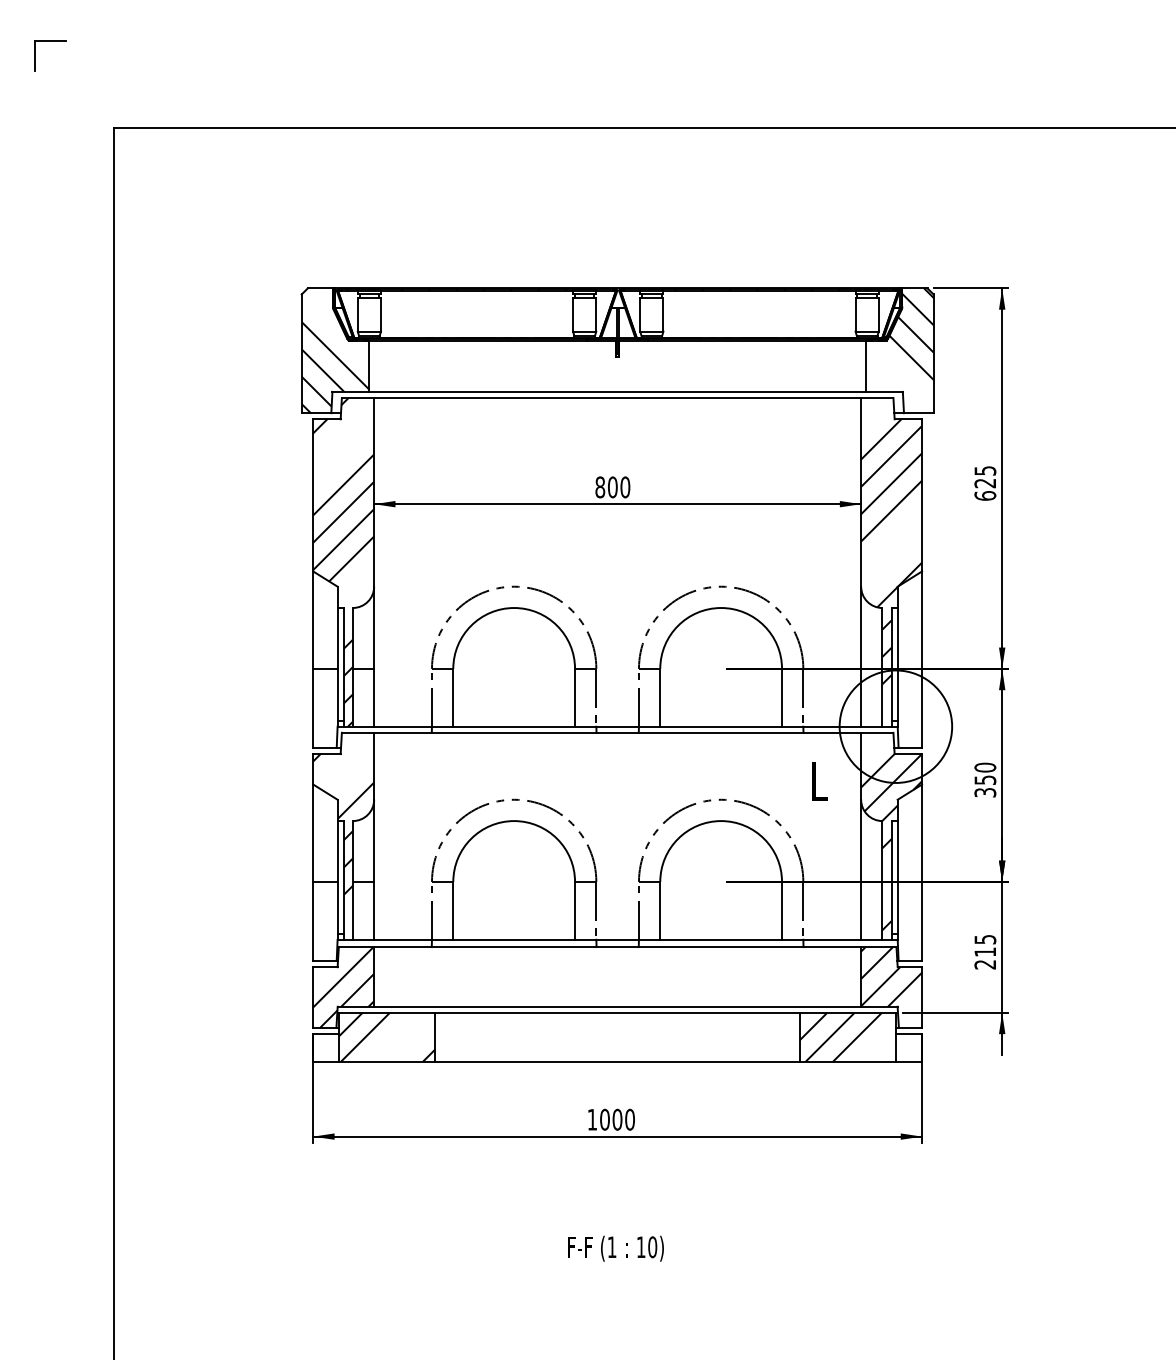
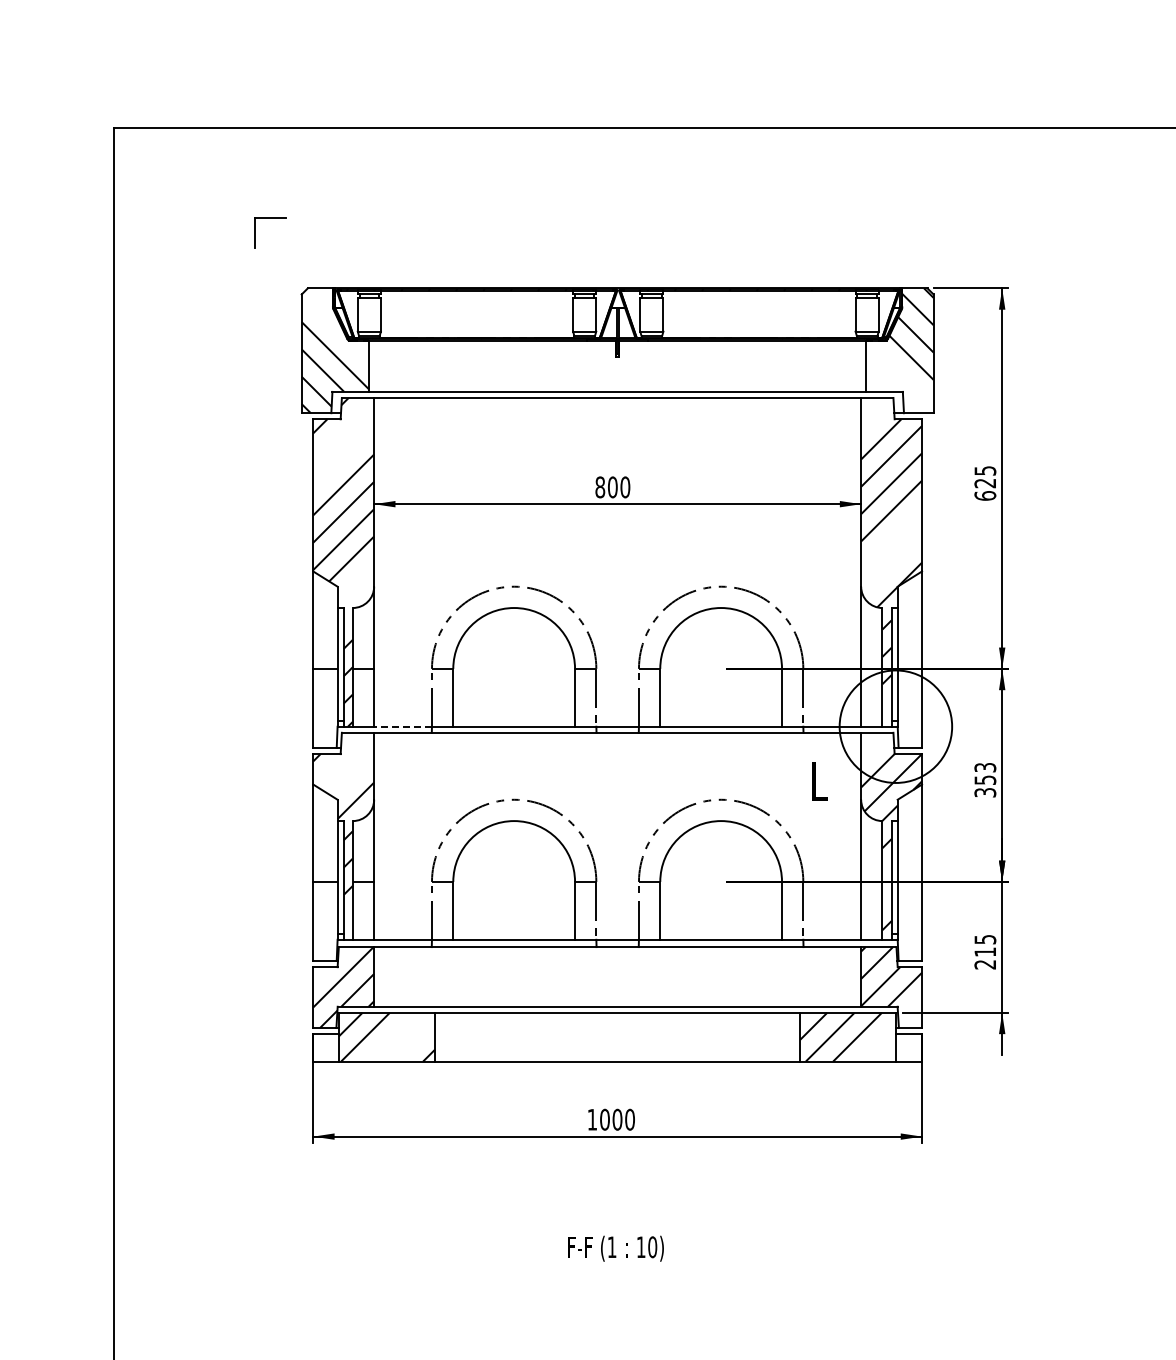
part at (50, 41) position: (50, 41) -> (270, 218)
line at (403, 726): solid -> dashed
text at (985, 767): 350 -> 353
